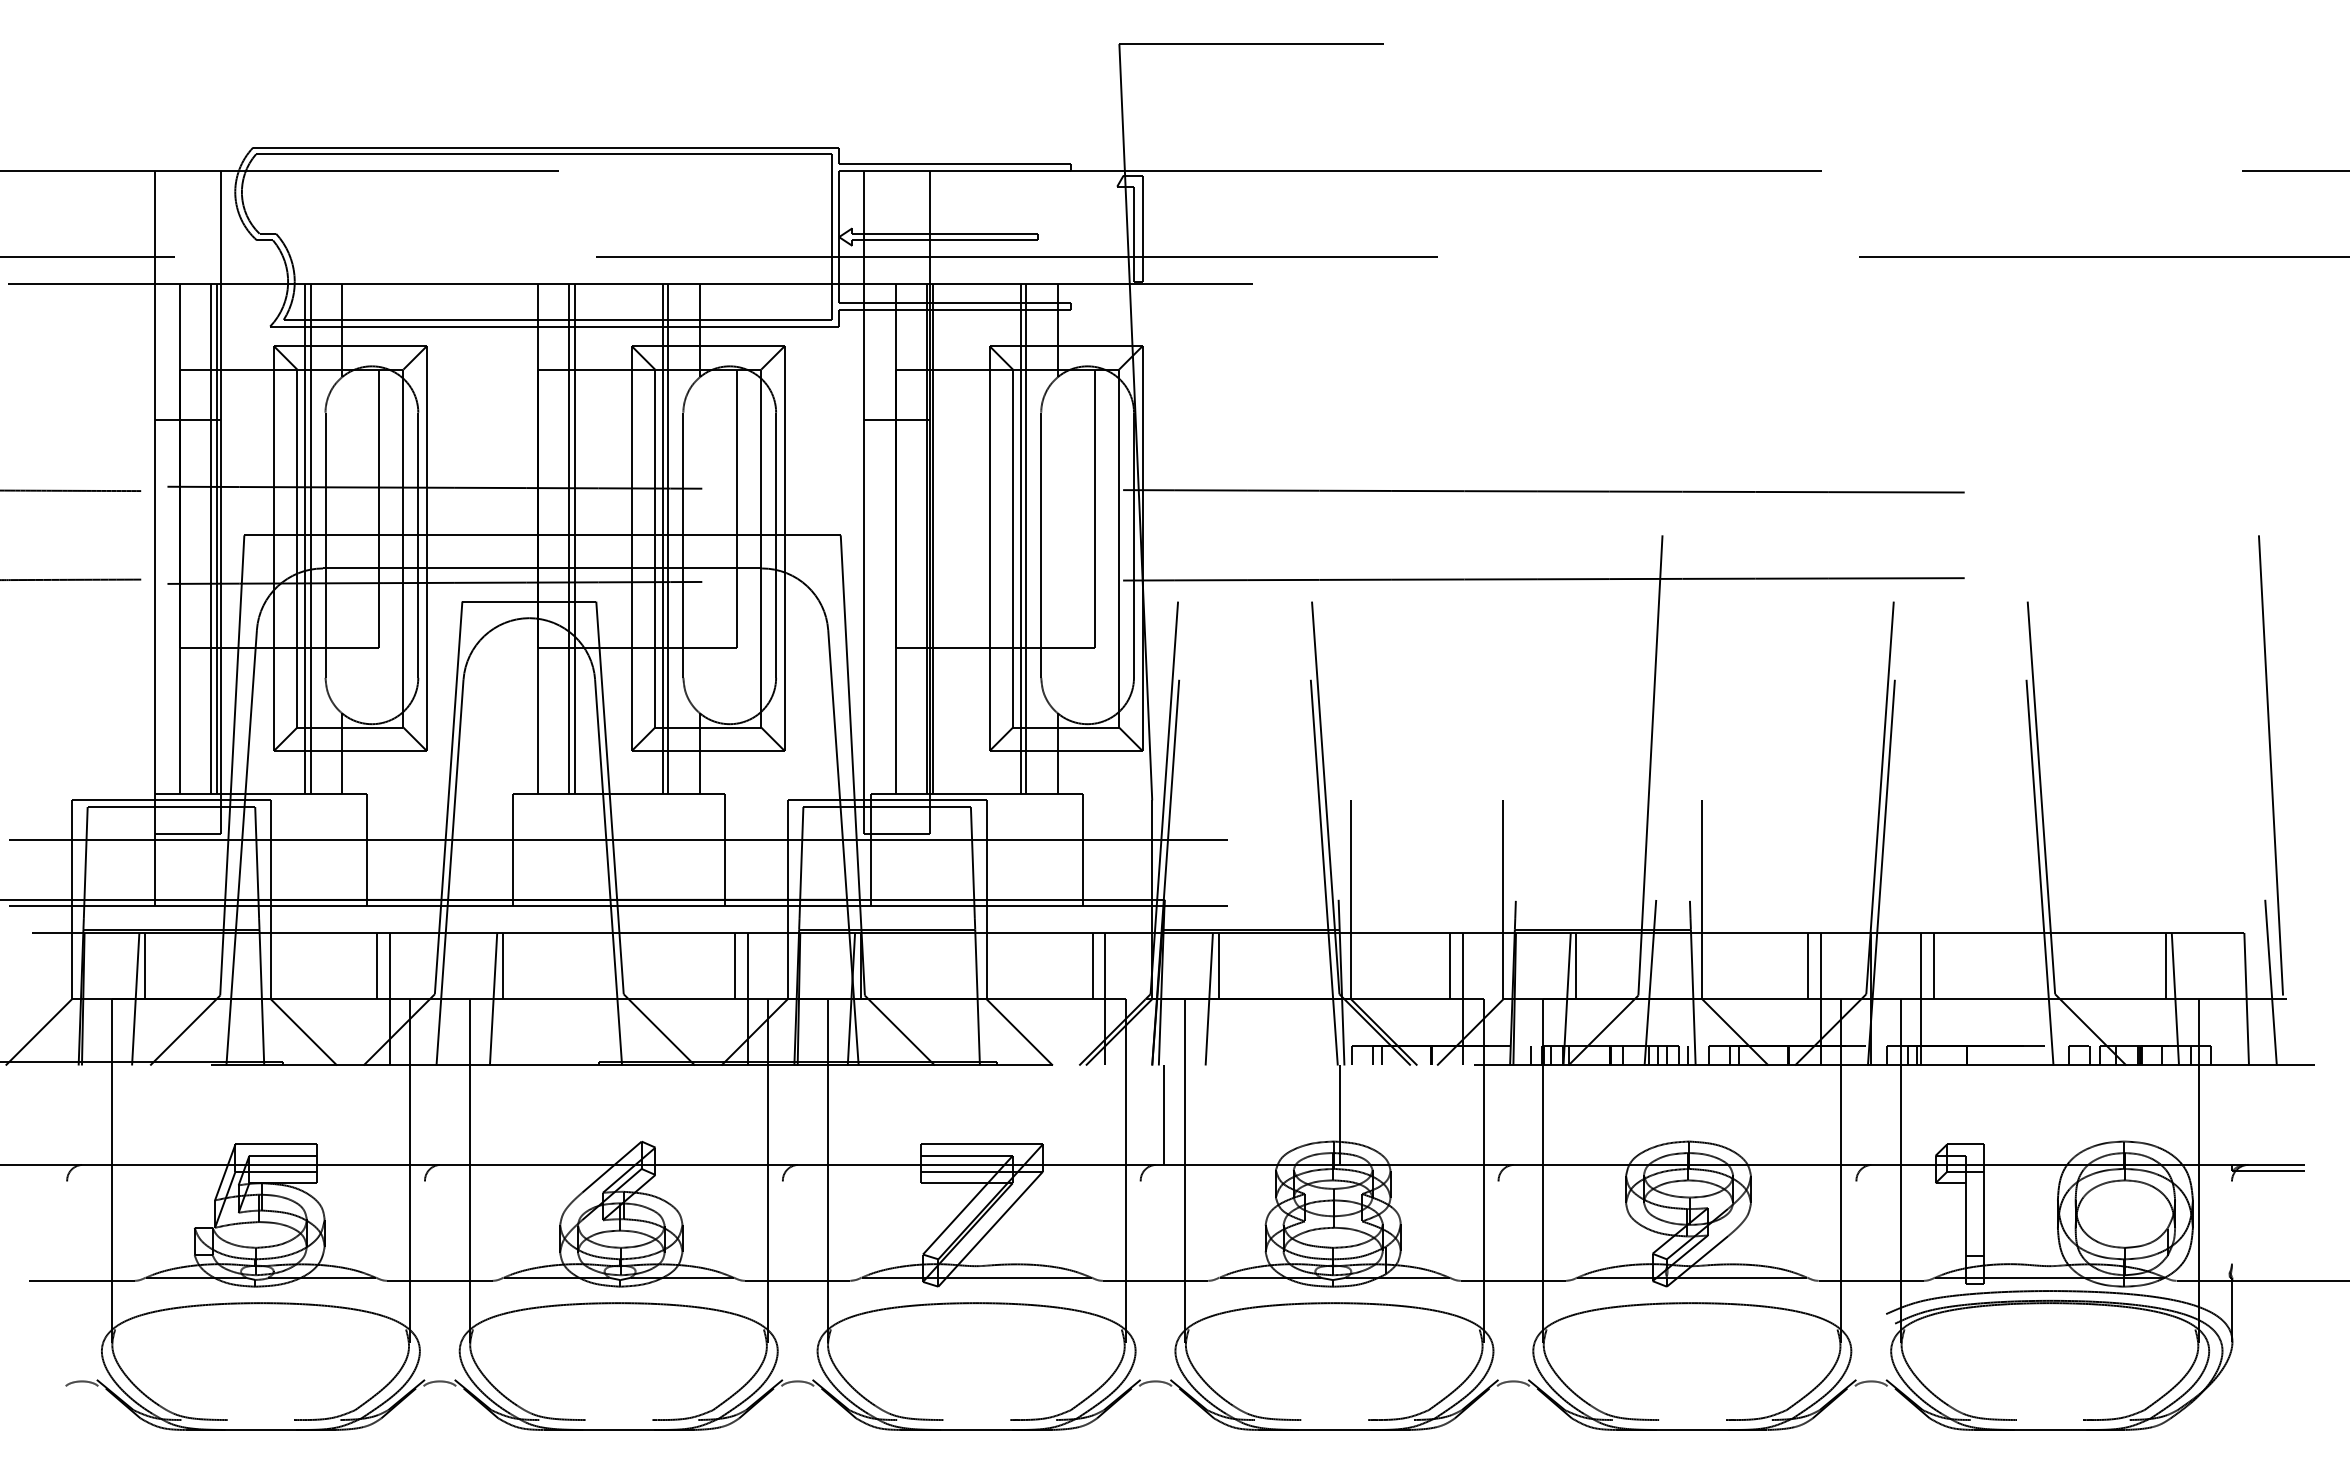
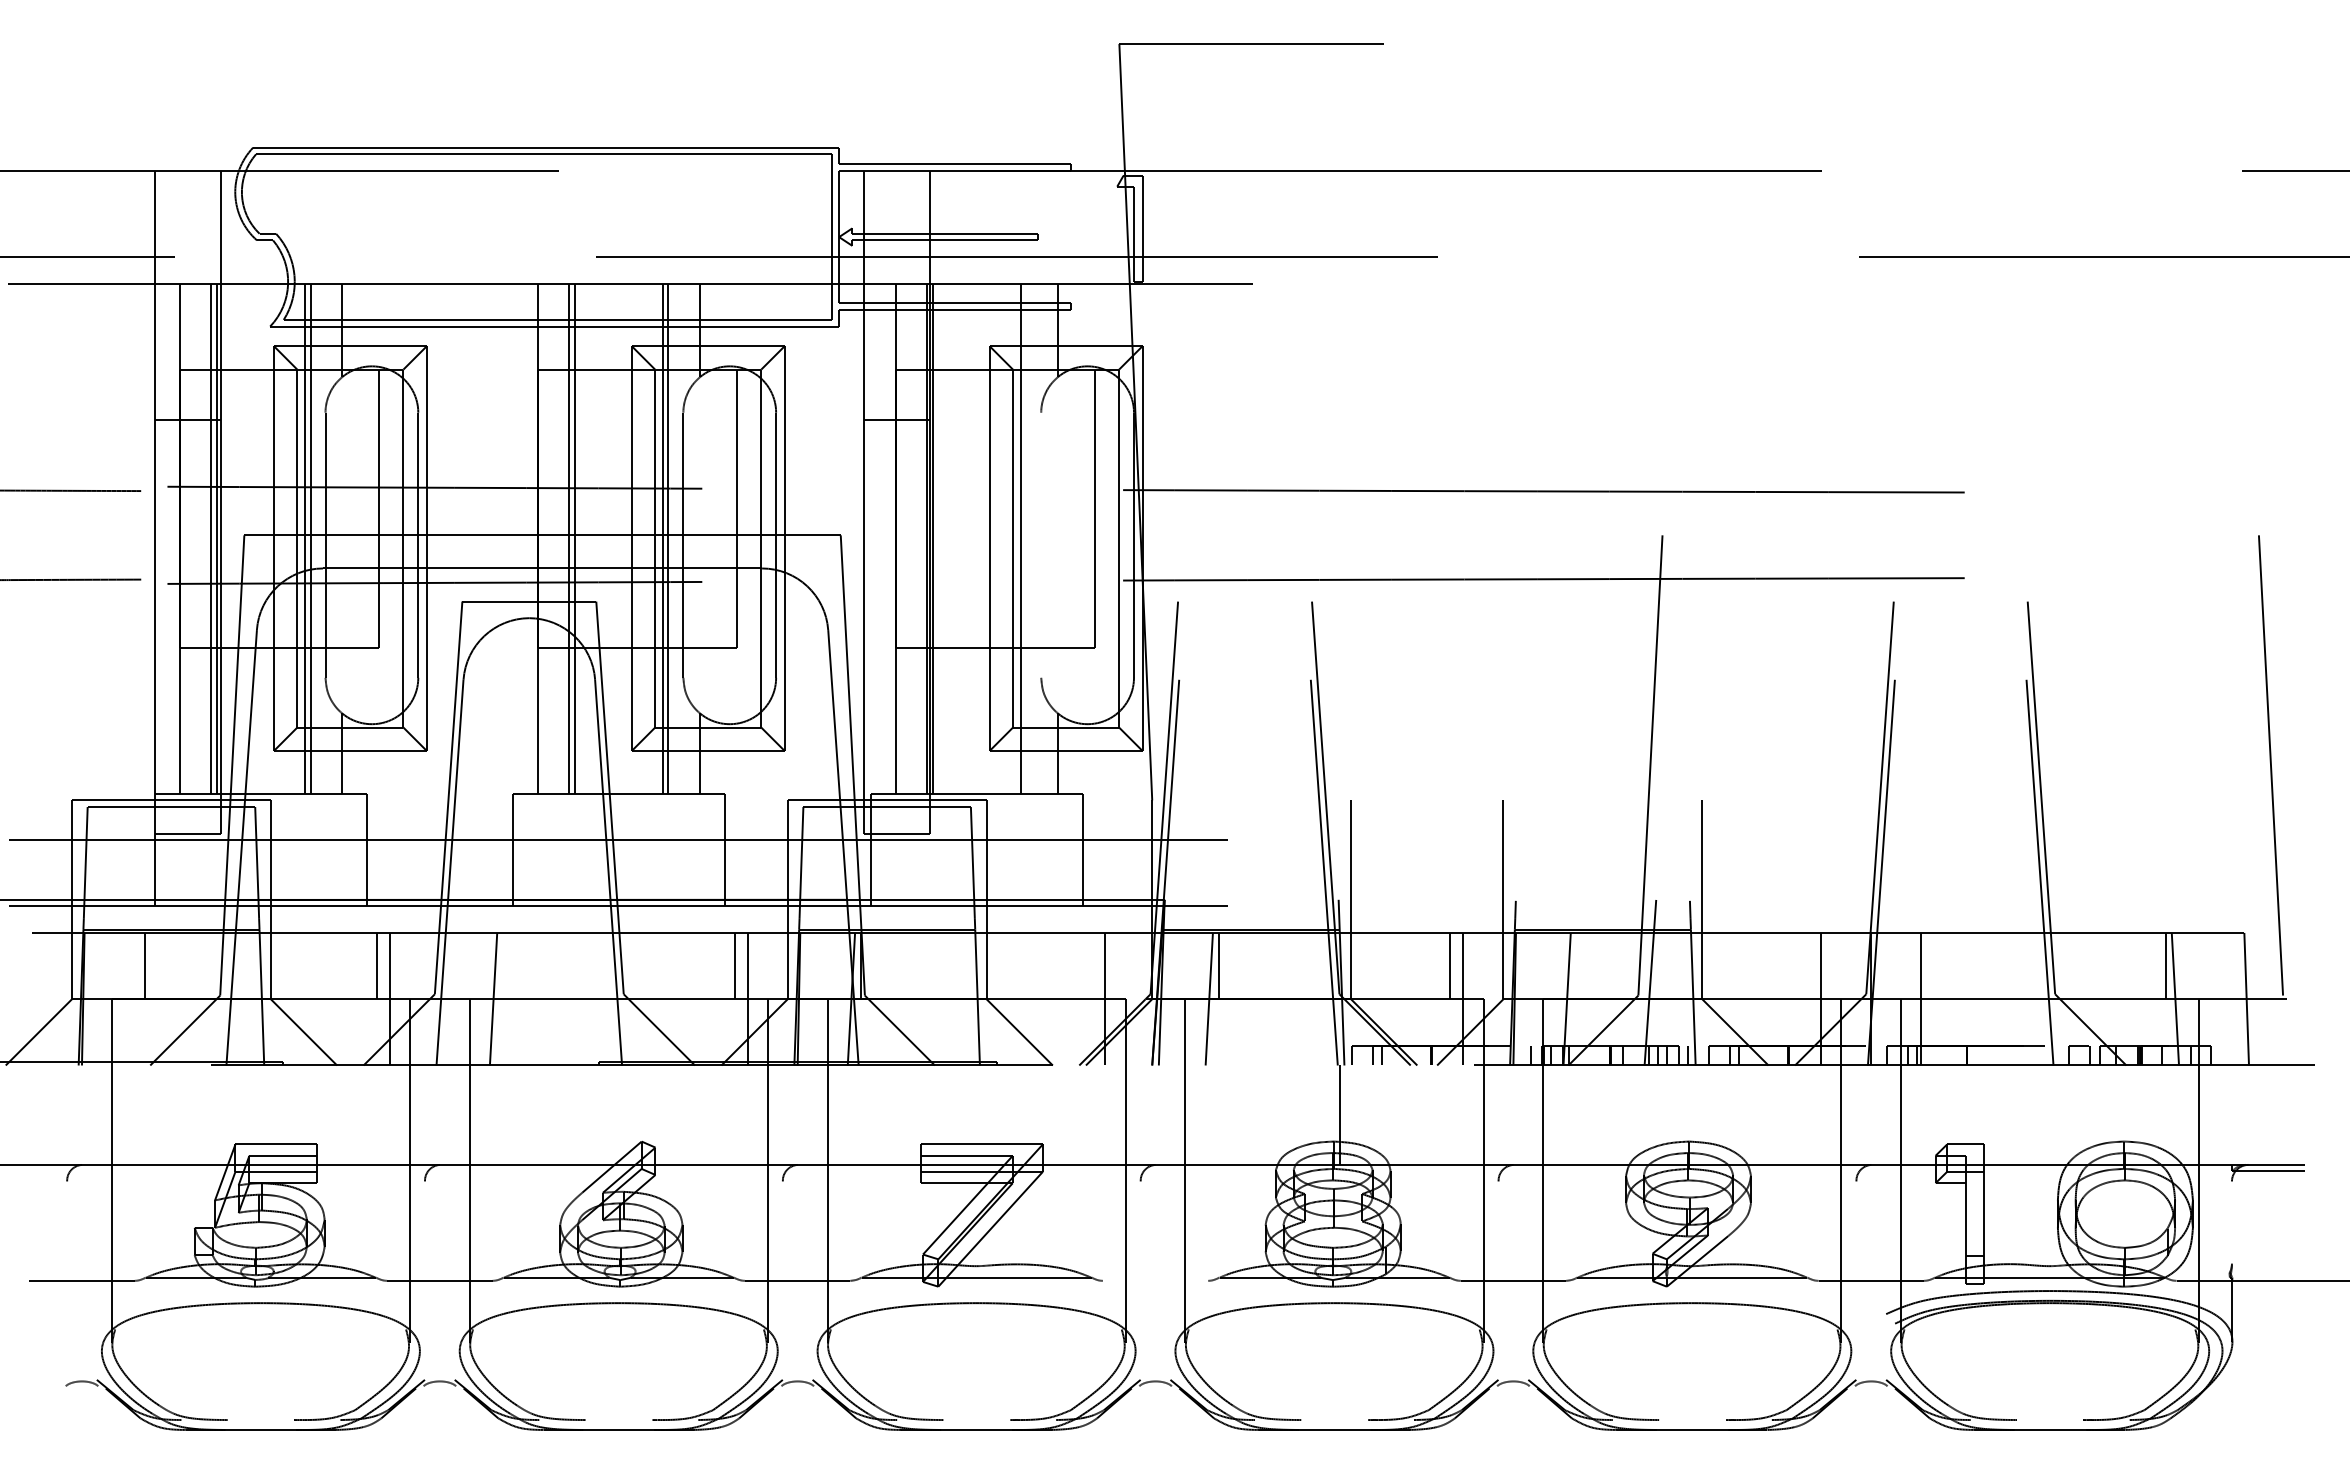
line at (1026, 538): present -> none
line at (1041, 544): present -> none
line at (502, 965): present -> none
line at (1092, 965): present -> none
line at (1576, 965): present -> none
line at (1808, 965): present -> none
line at (1934, 965): present -> none
line at (2270, 982): present -> none
line at (135, 998): present -> none
line at (1163, 1114): present -> none
line at (1155, 1280): present -> none
